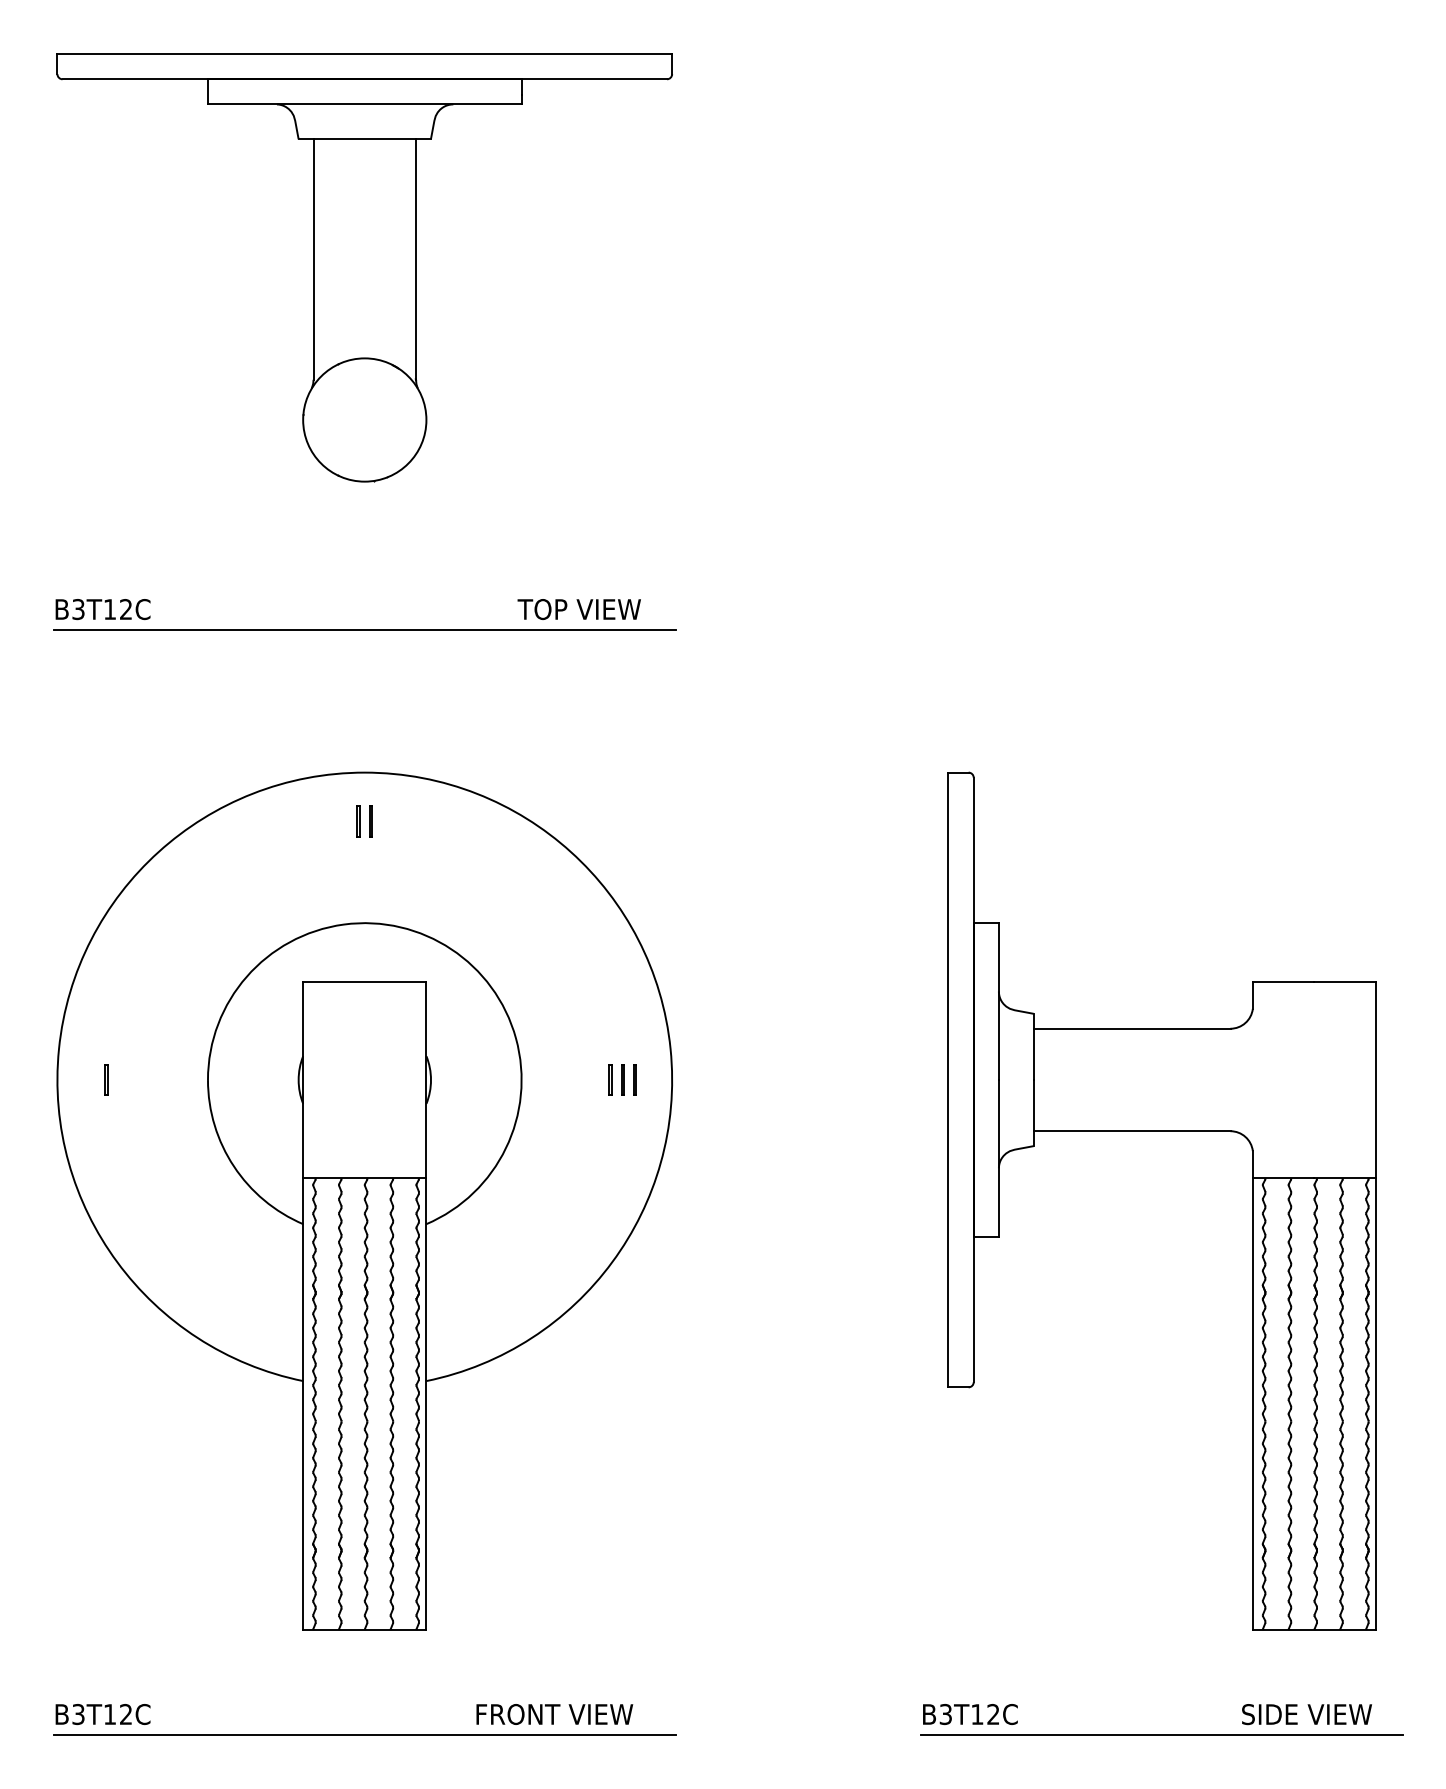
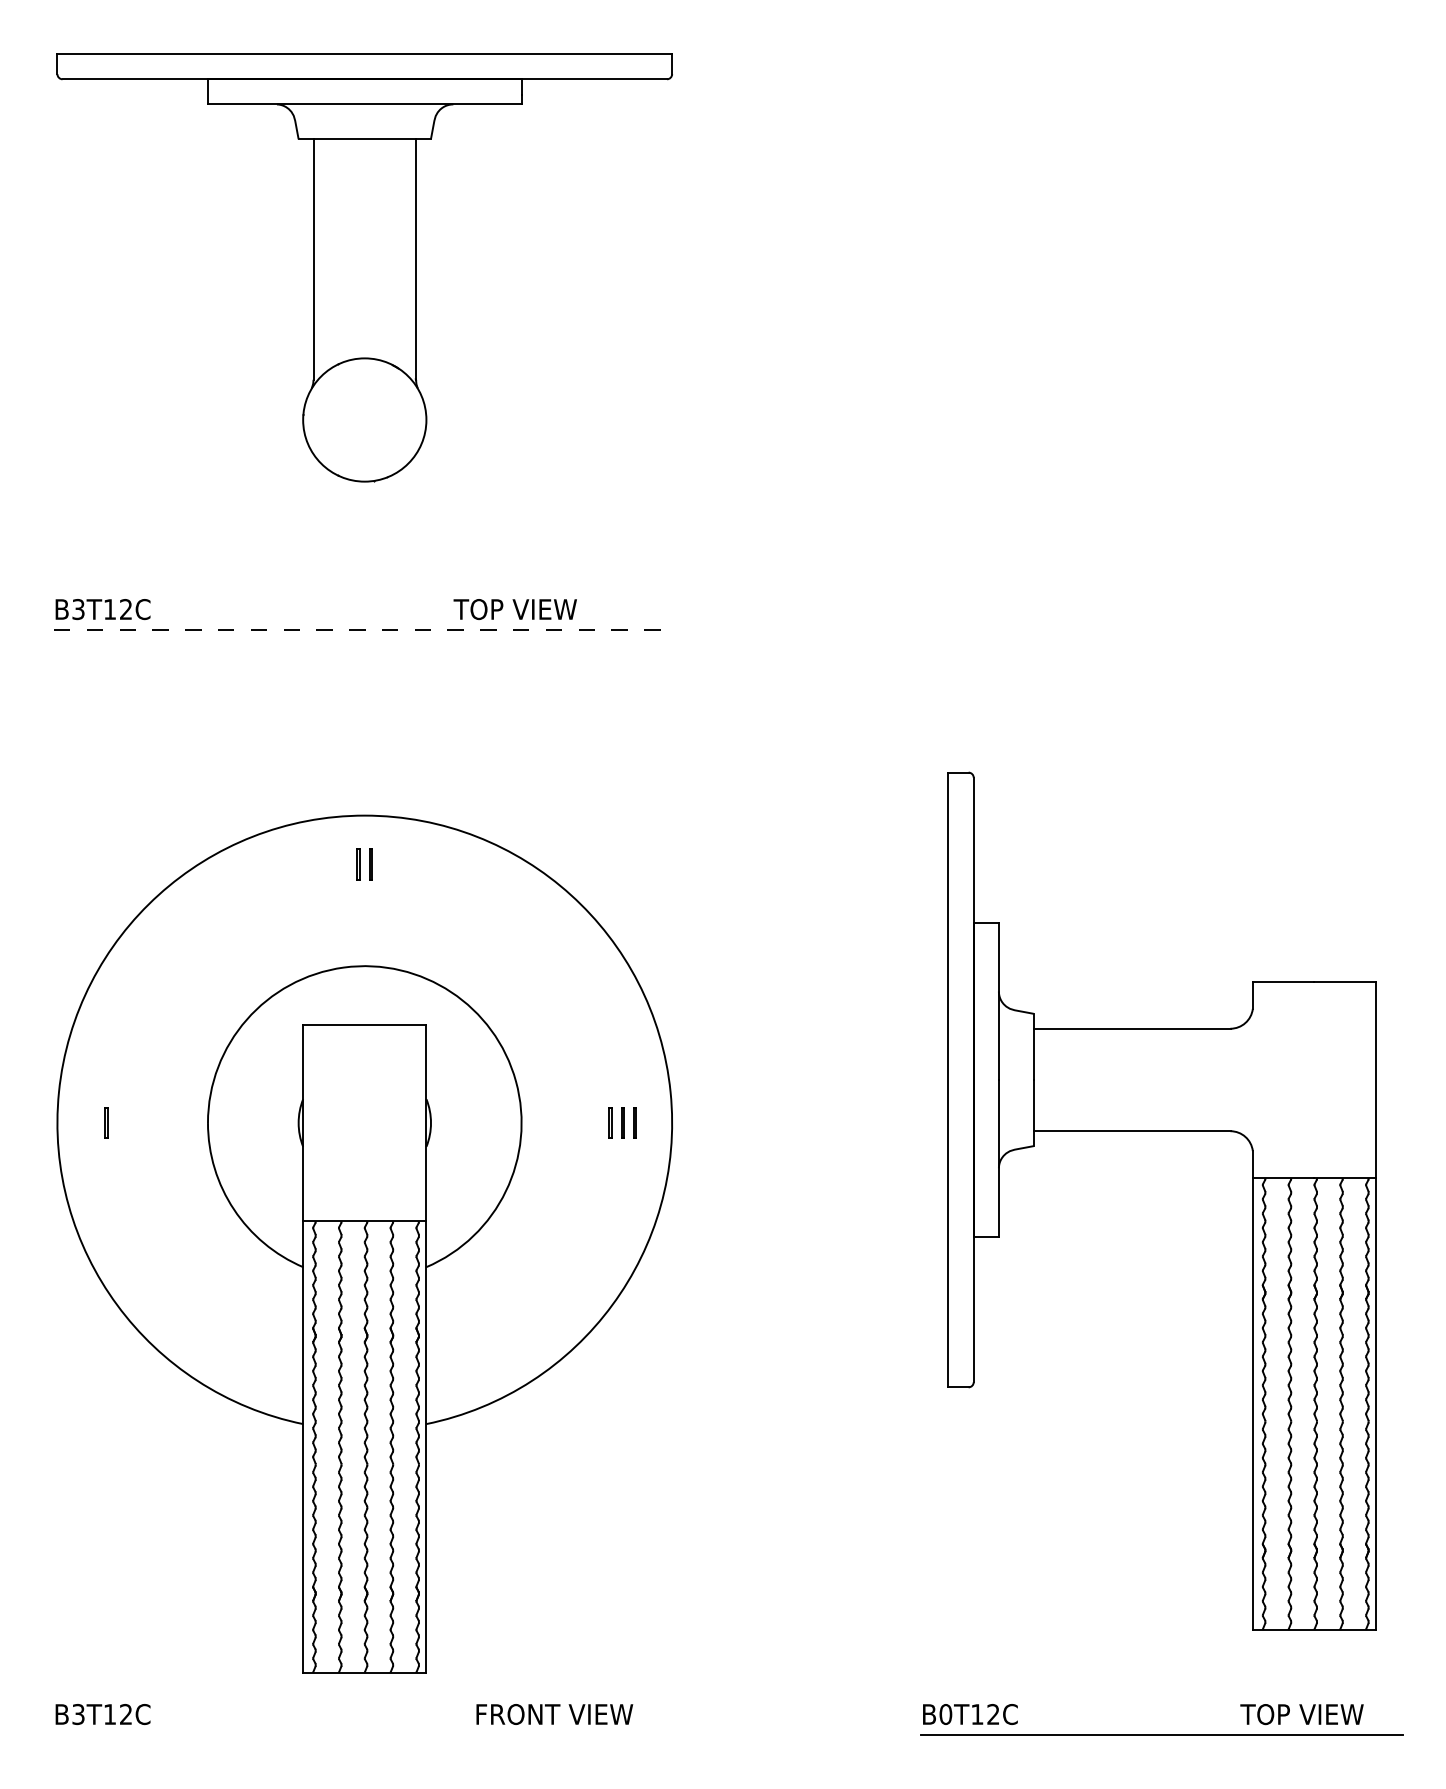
text at (578, 609) position: (578, 609) -> (514, 609)
line at (364, 630): solid -> dashed
part at (364, 1200) position: (364, 1200) -> (364, 1243)
text at (945, 1714): B3T12C -> B0T12C
text at (1306, 1714): SIDE VIEW -> TOP VIEW
line at (364, 1735): present -> none
